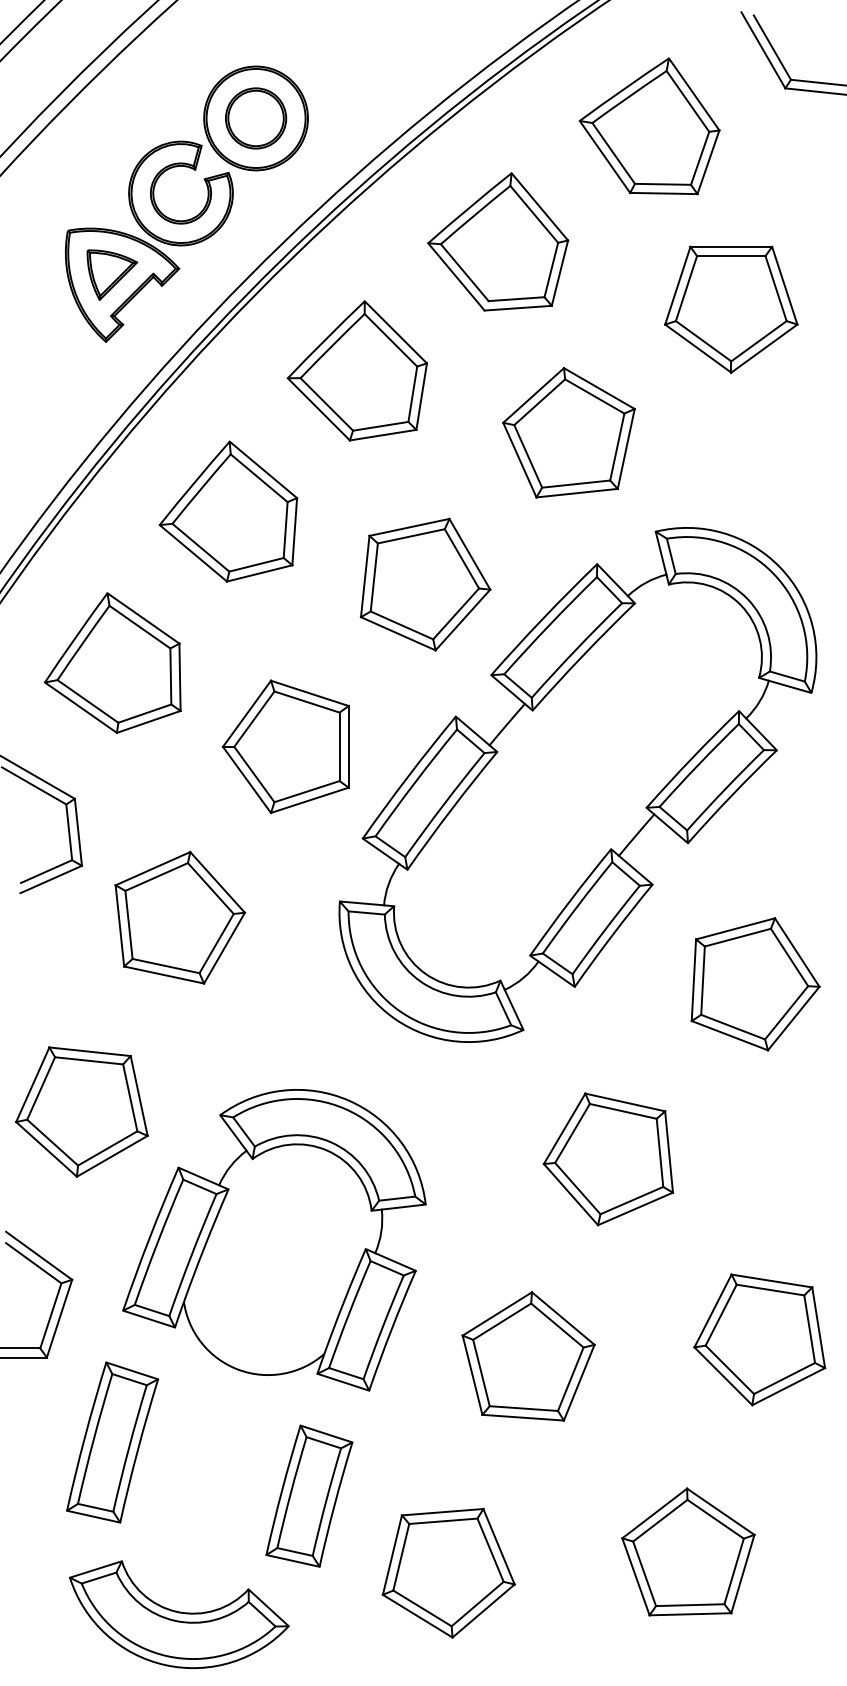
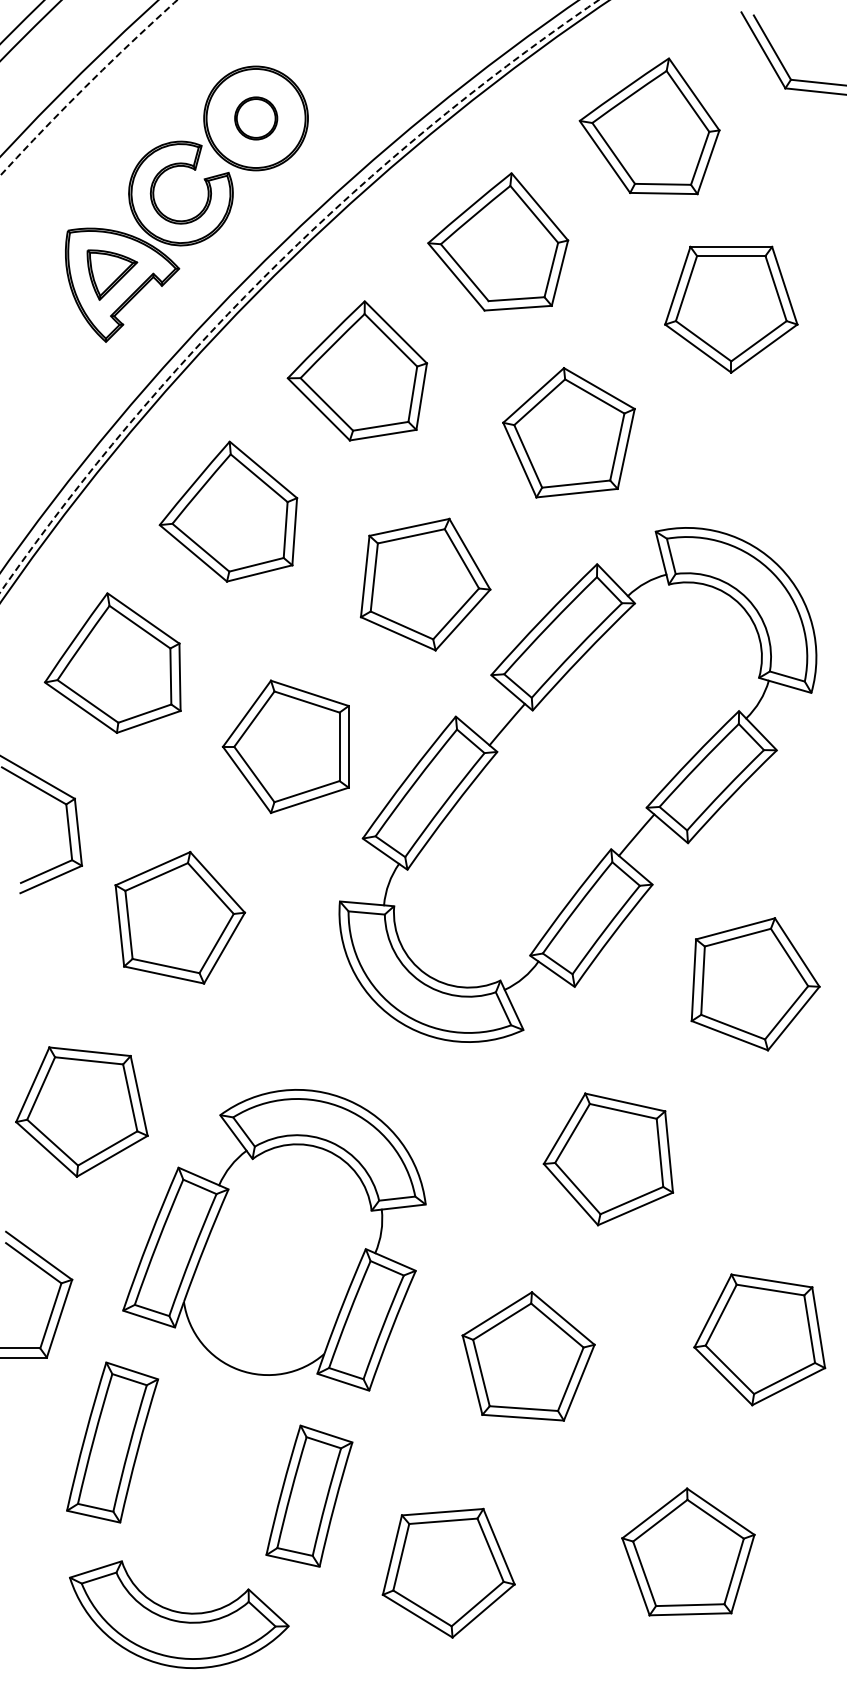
arc at (86, 86): solid -> dashed
part at (256, 118) size: 63x63 px -> 45x45 px
arc at (272, 268): solid -> dashed
